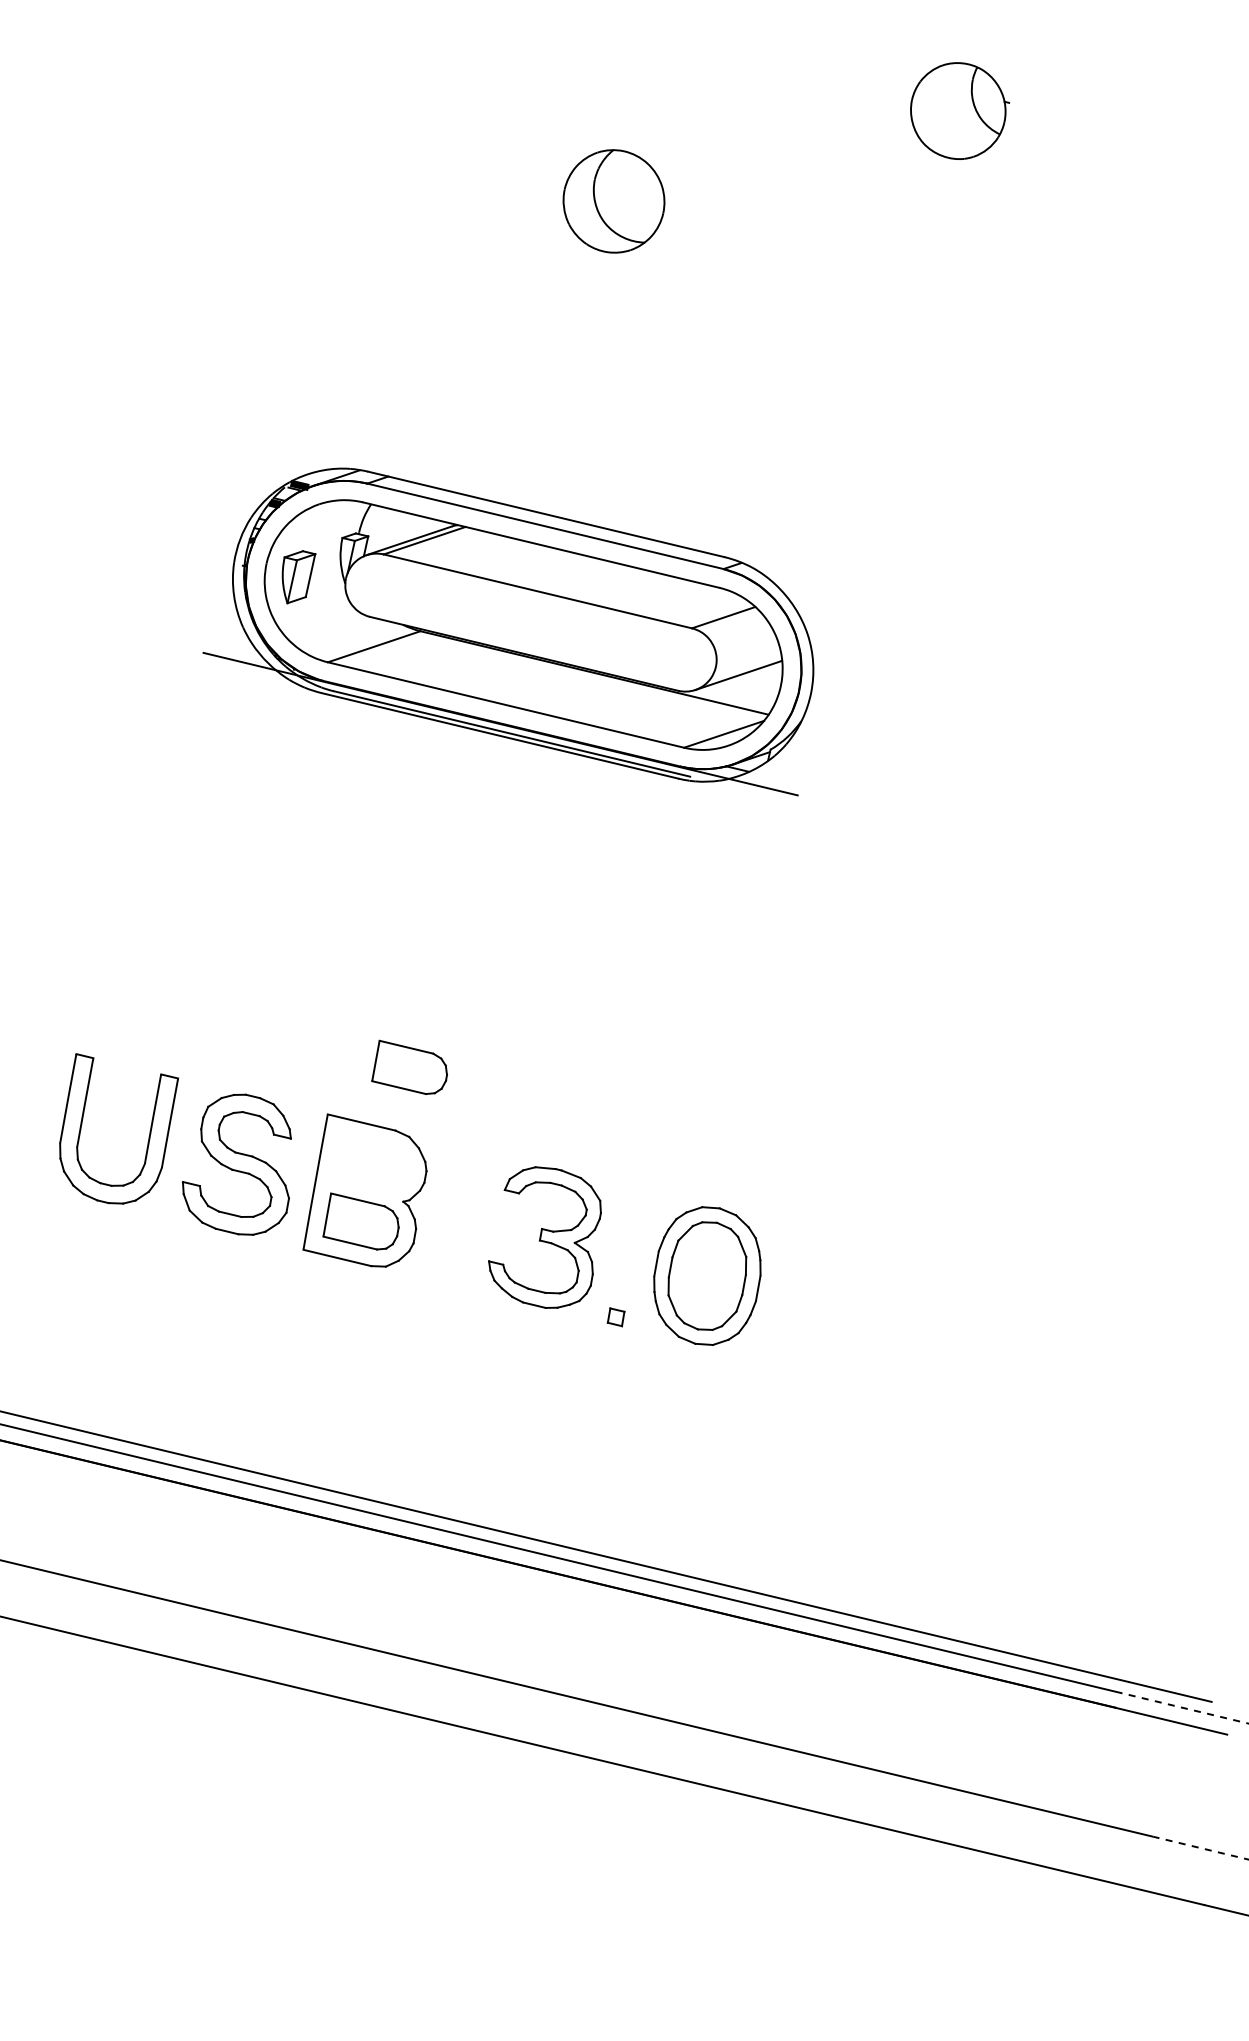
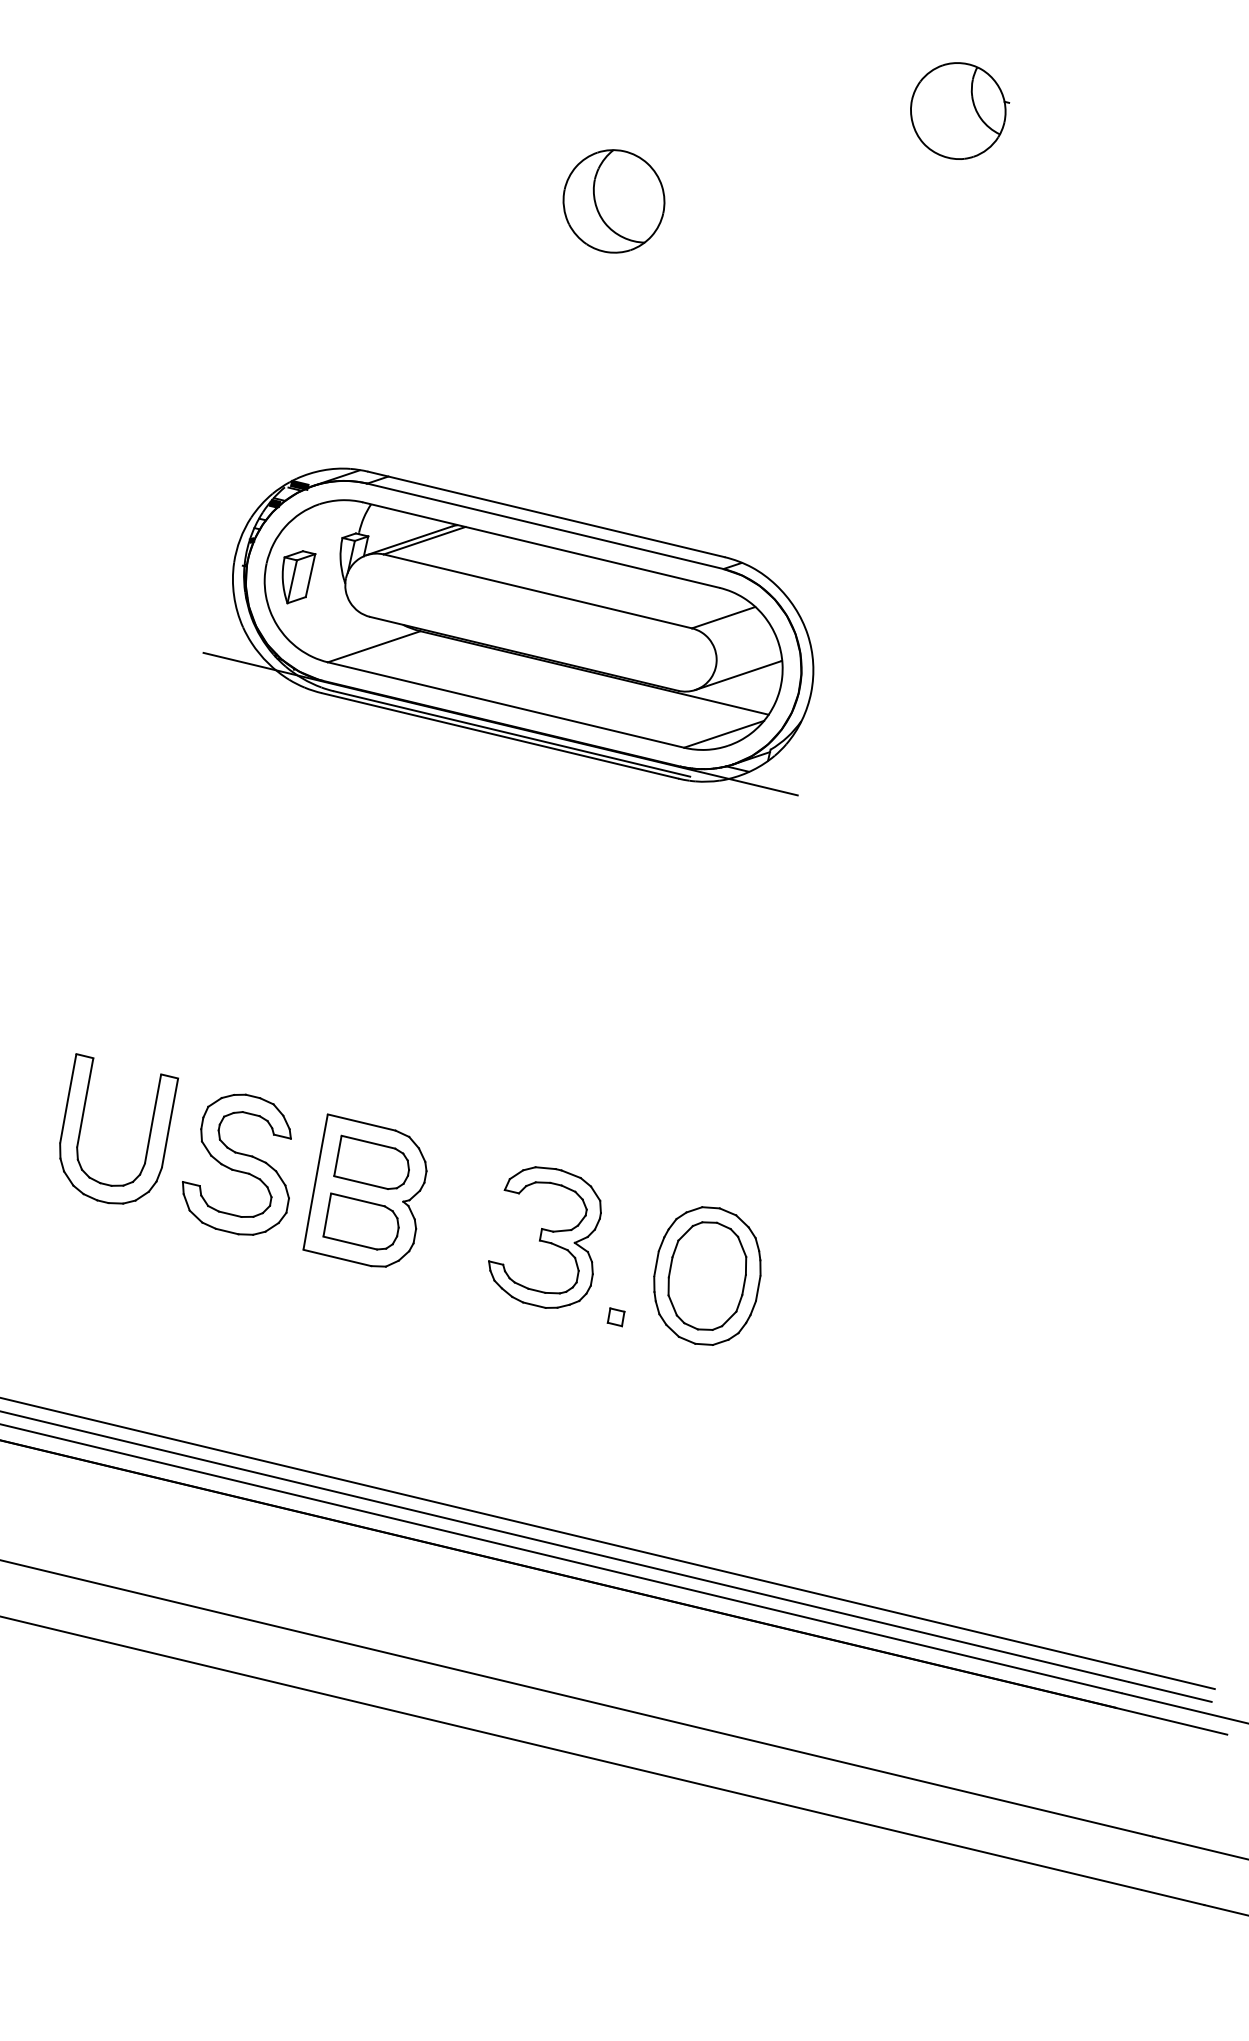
part at (409, 1066) position: (409, 1066) -> (371, 1161)
line at (608, 1543): none -> present
line at (1185, 1708): dashed -> solid
line at (1200, 1848): dashed -> solid
